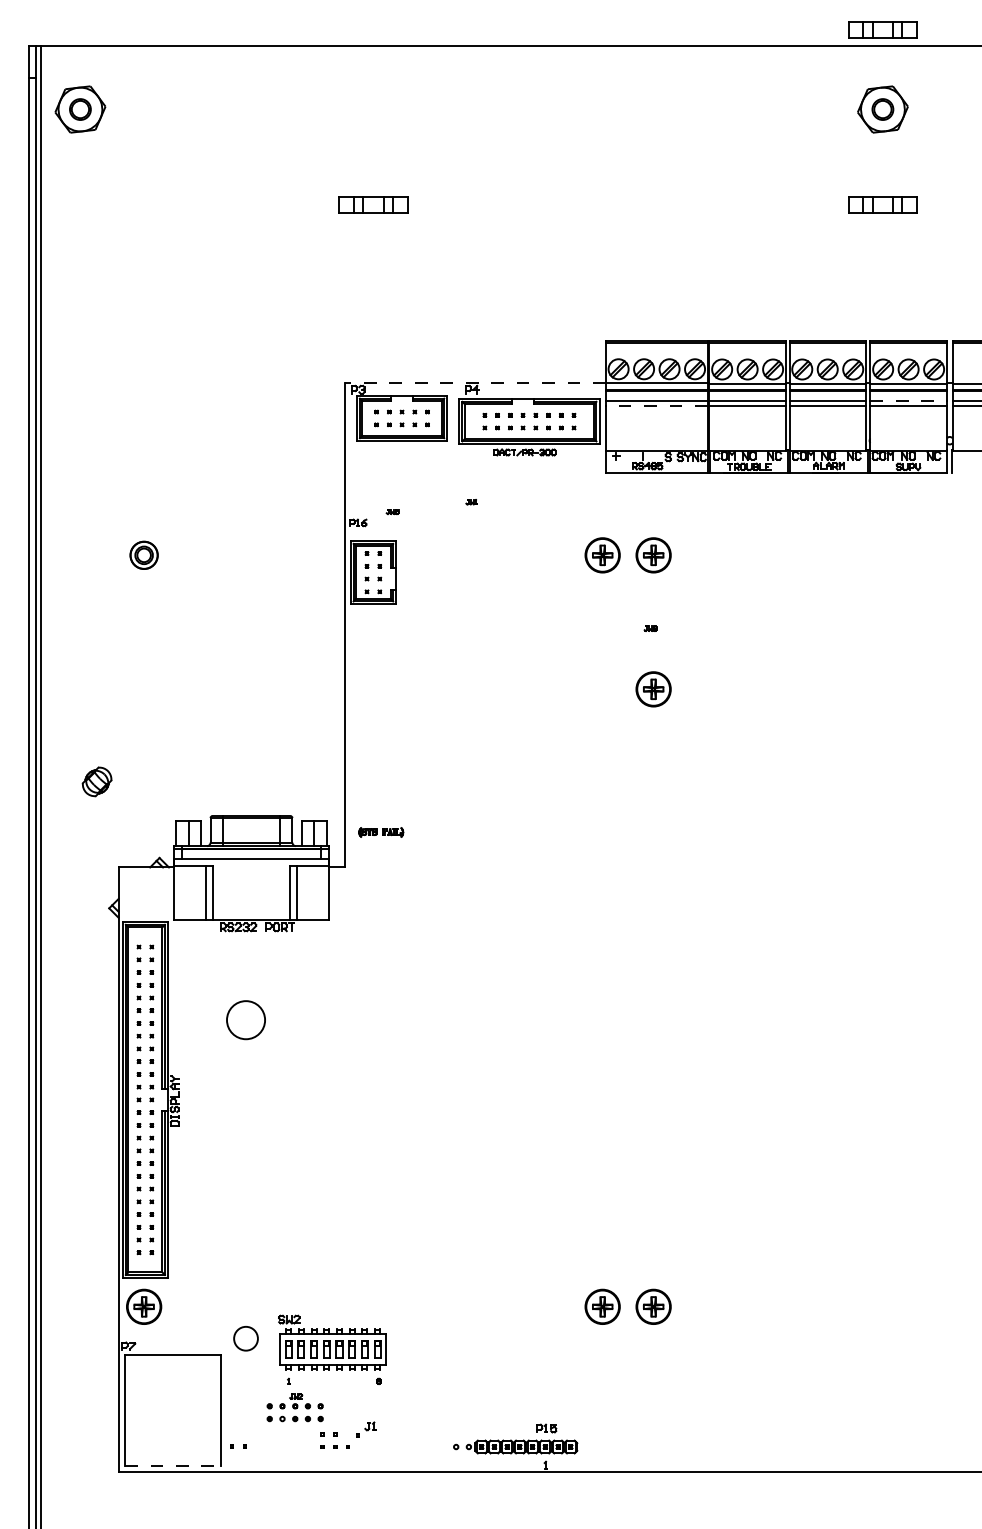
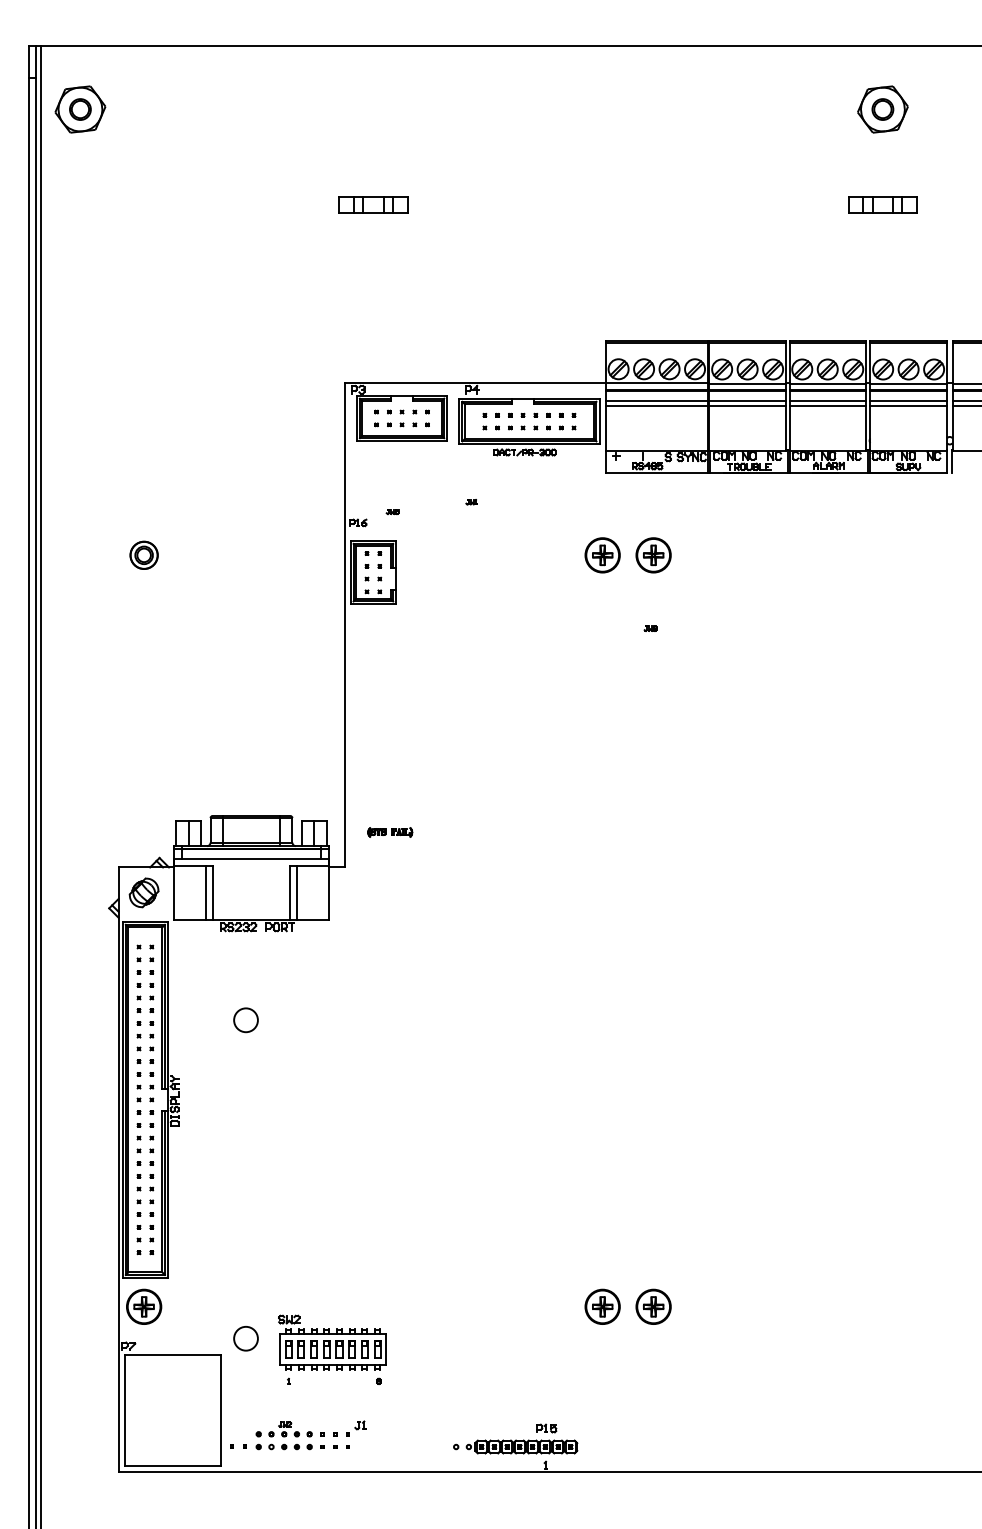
part at (882, 29): present -> none
line at (475, 383): dashed -> solid
line at (909, 400): dashed -> solid
line at (656, 406): dashed -> solid
part at (653, 689): present -> none
part at (96, 781) position: (96, 781) -> (143, 892)
part at (381, 832) position: (381, 832) -> (390, 832)
circle at (245, 1020) size: 40x41 px -> 26x27 px
part at (294, 1407) position: (294, 1407) -> (283, 1435)
part at (366, 1429) position: (366, 1429) -> (356, 1428)
line at (172, 1466): dashed -> solid
